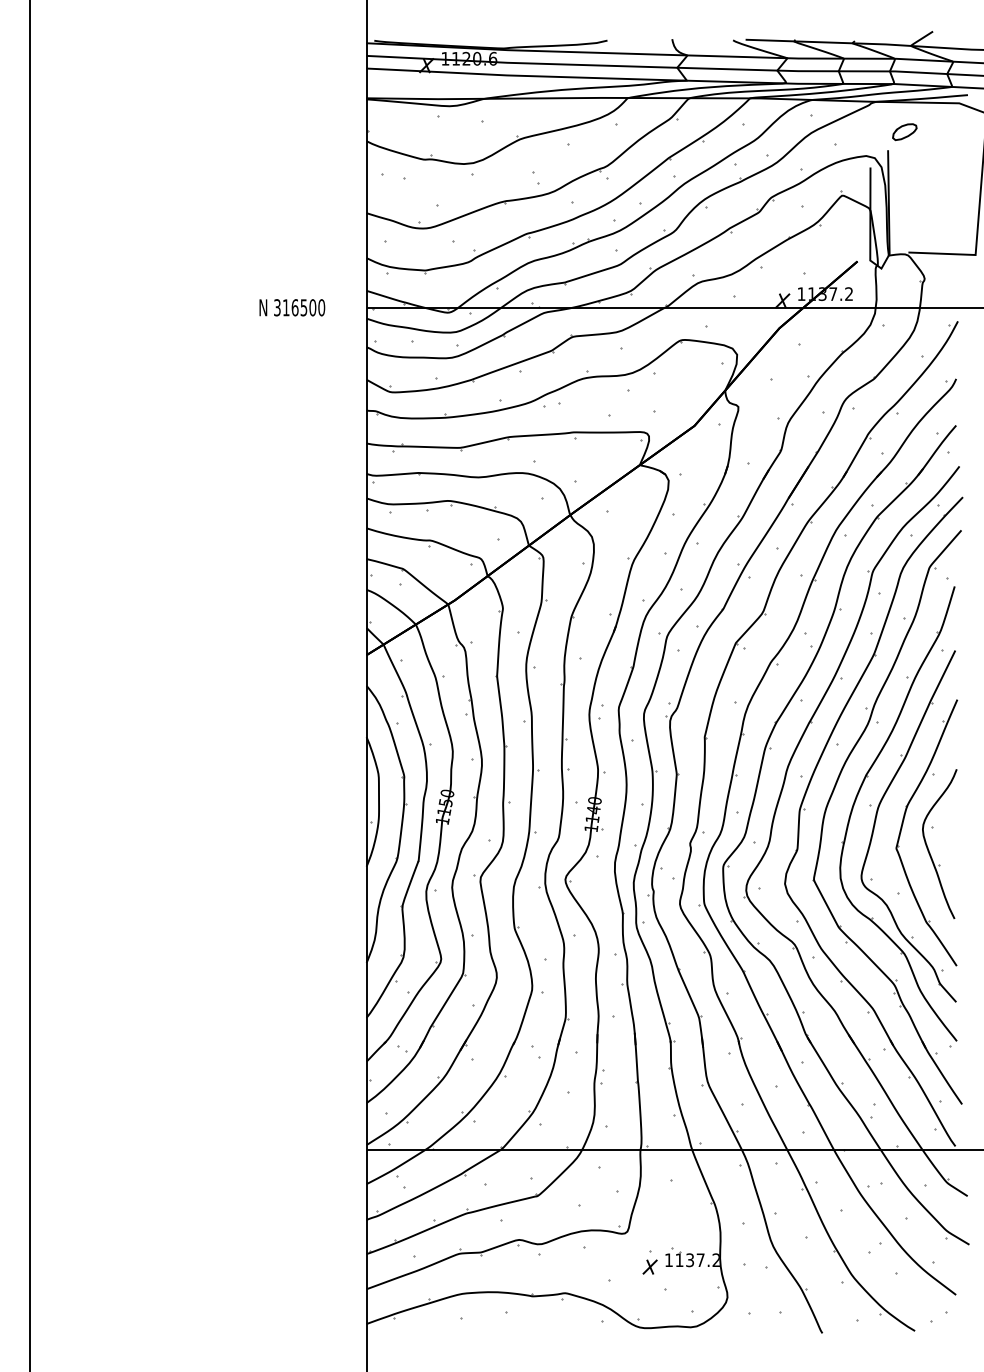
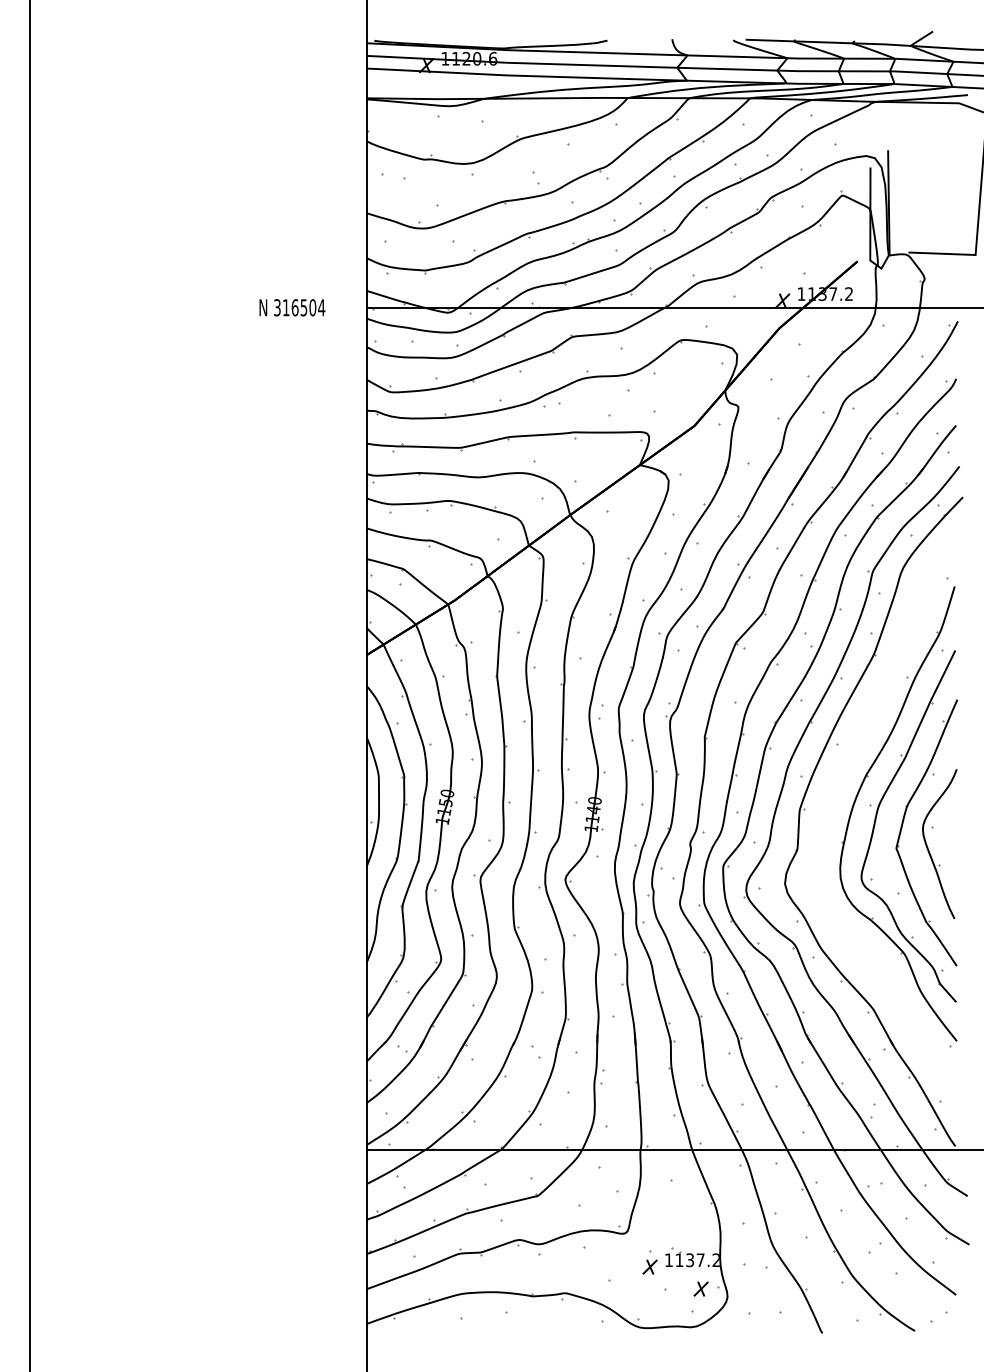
part at (904, 132): present -> none
text at (321, 307): 316500 -> 316504
part at (833, 793): present -> none
part at (700, 1288): none -> present
